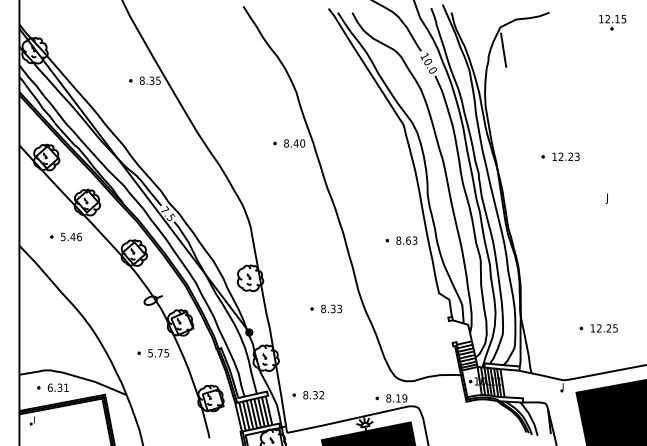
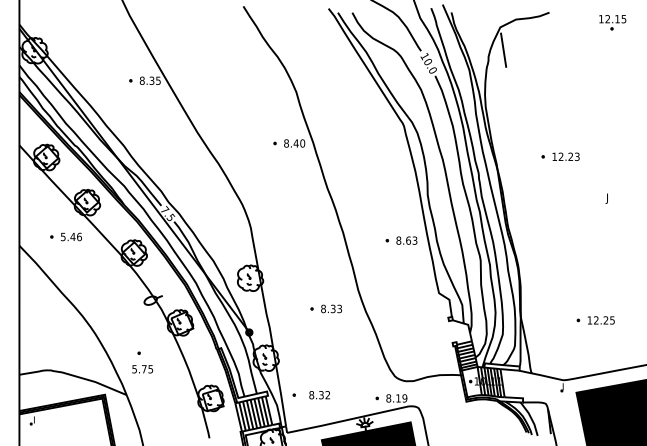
part at (598, 328) position: (598, 328) -> (595, 320)
text at (158, 353) position: (158, 353) -> (142, 369)
part at (52, 387): present -> none
text at (313, 395) position: (313, 395) -> (319, 395)
